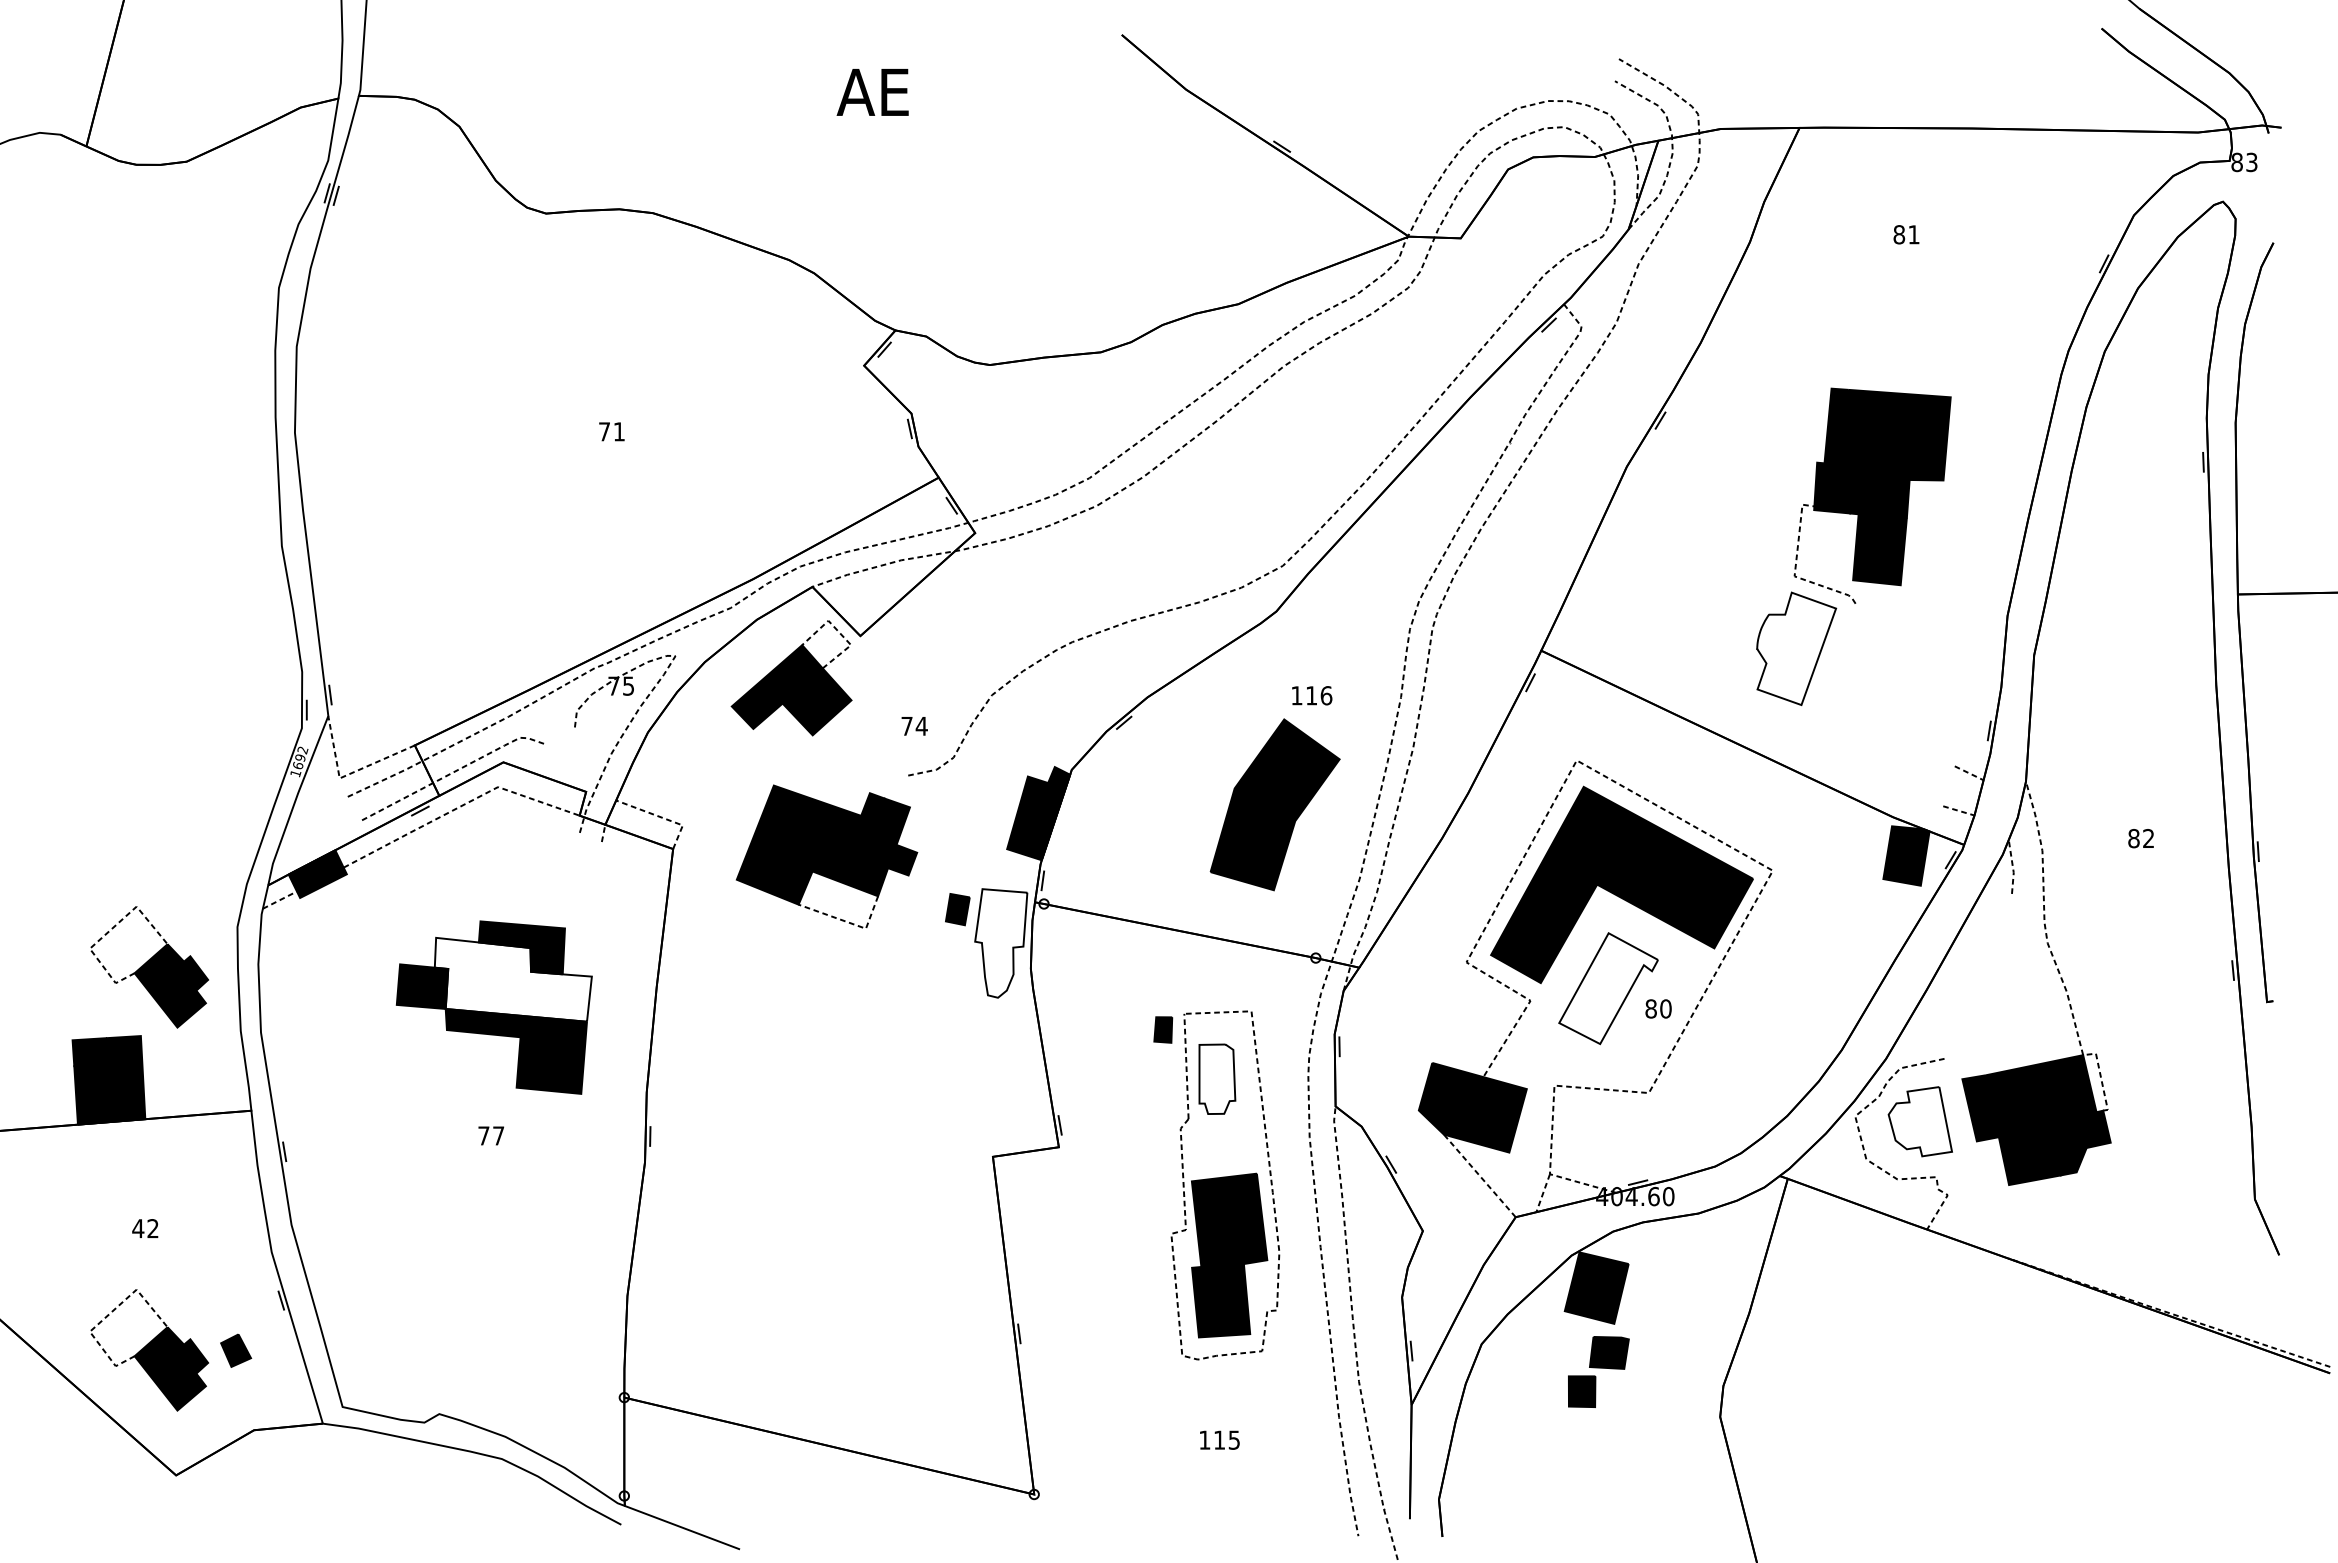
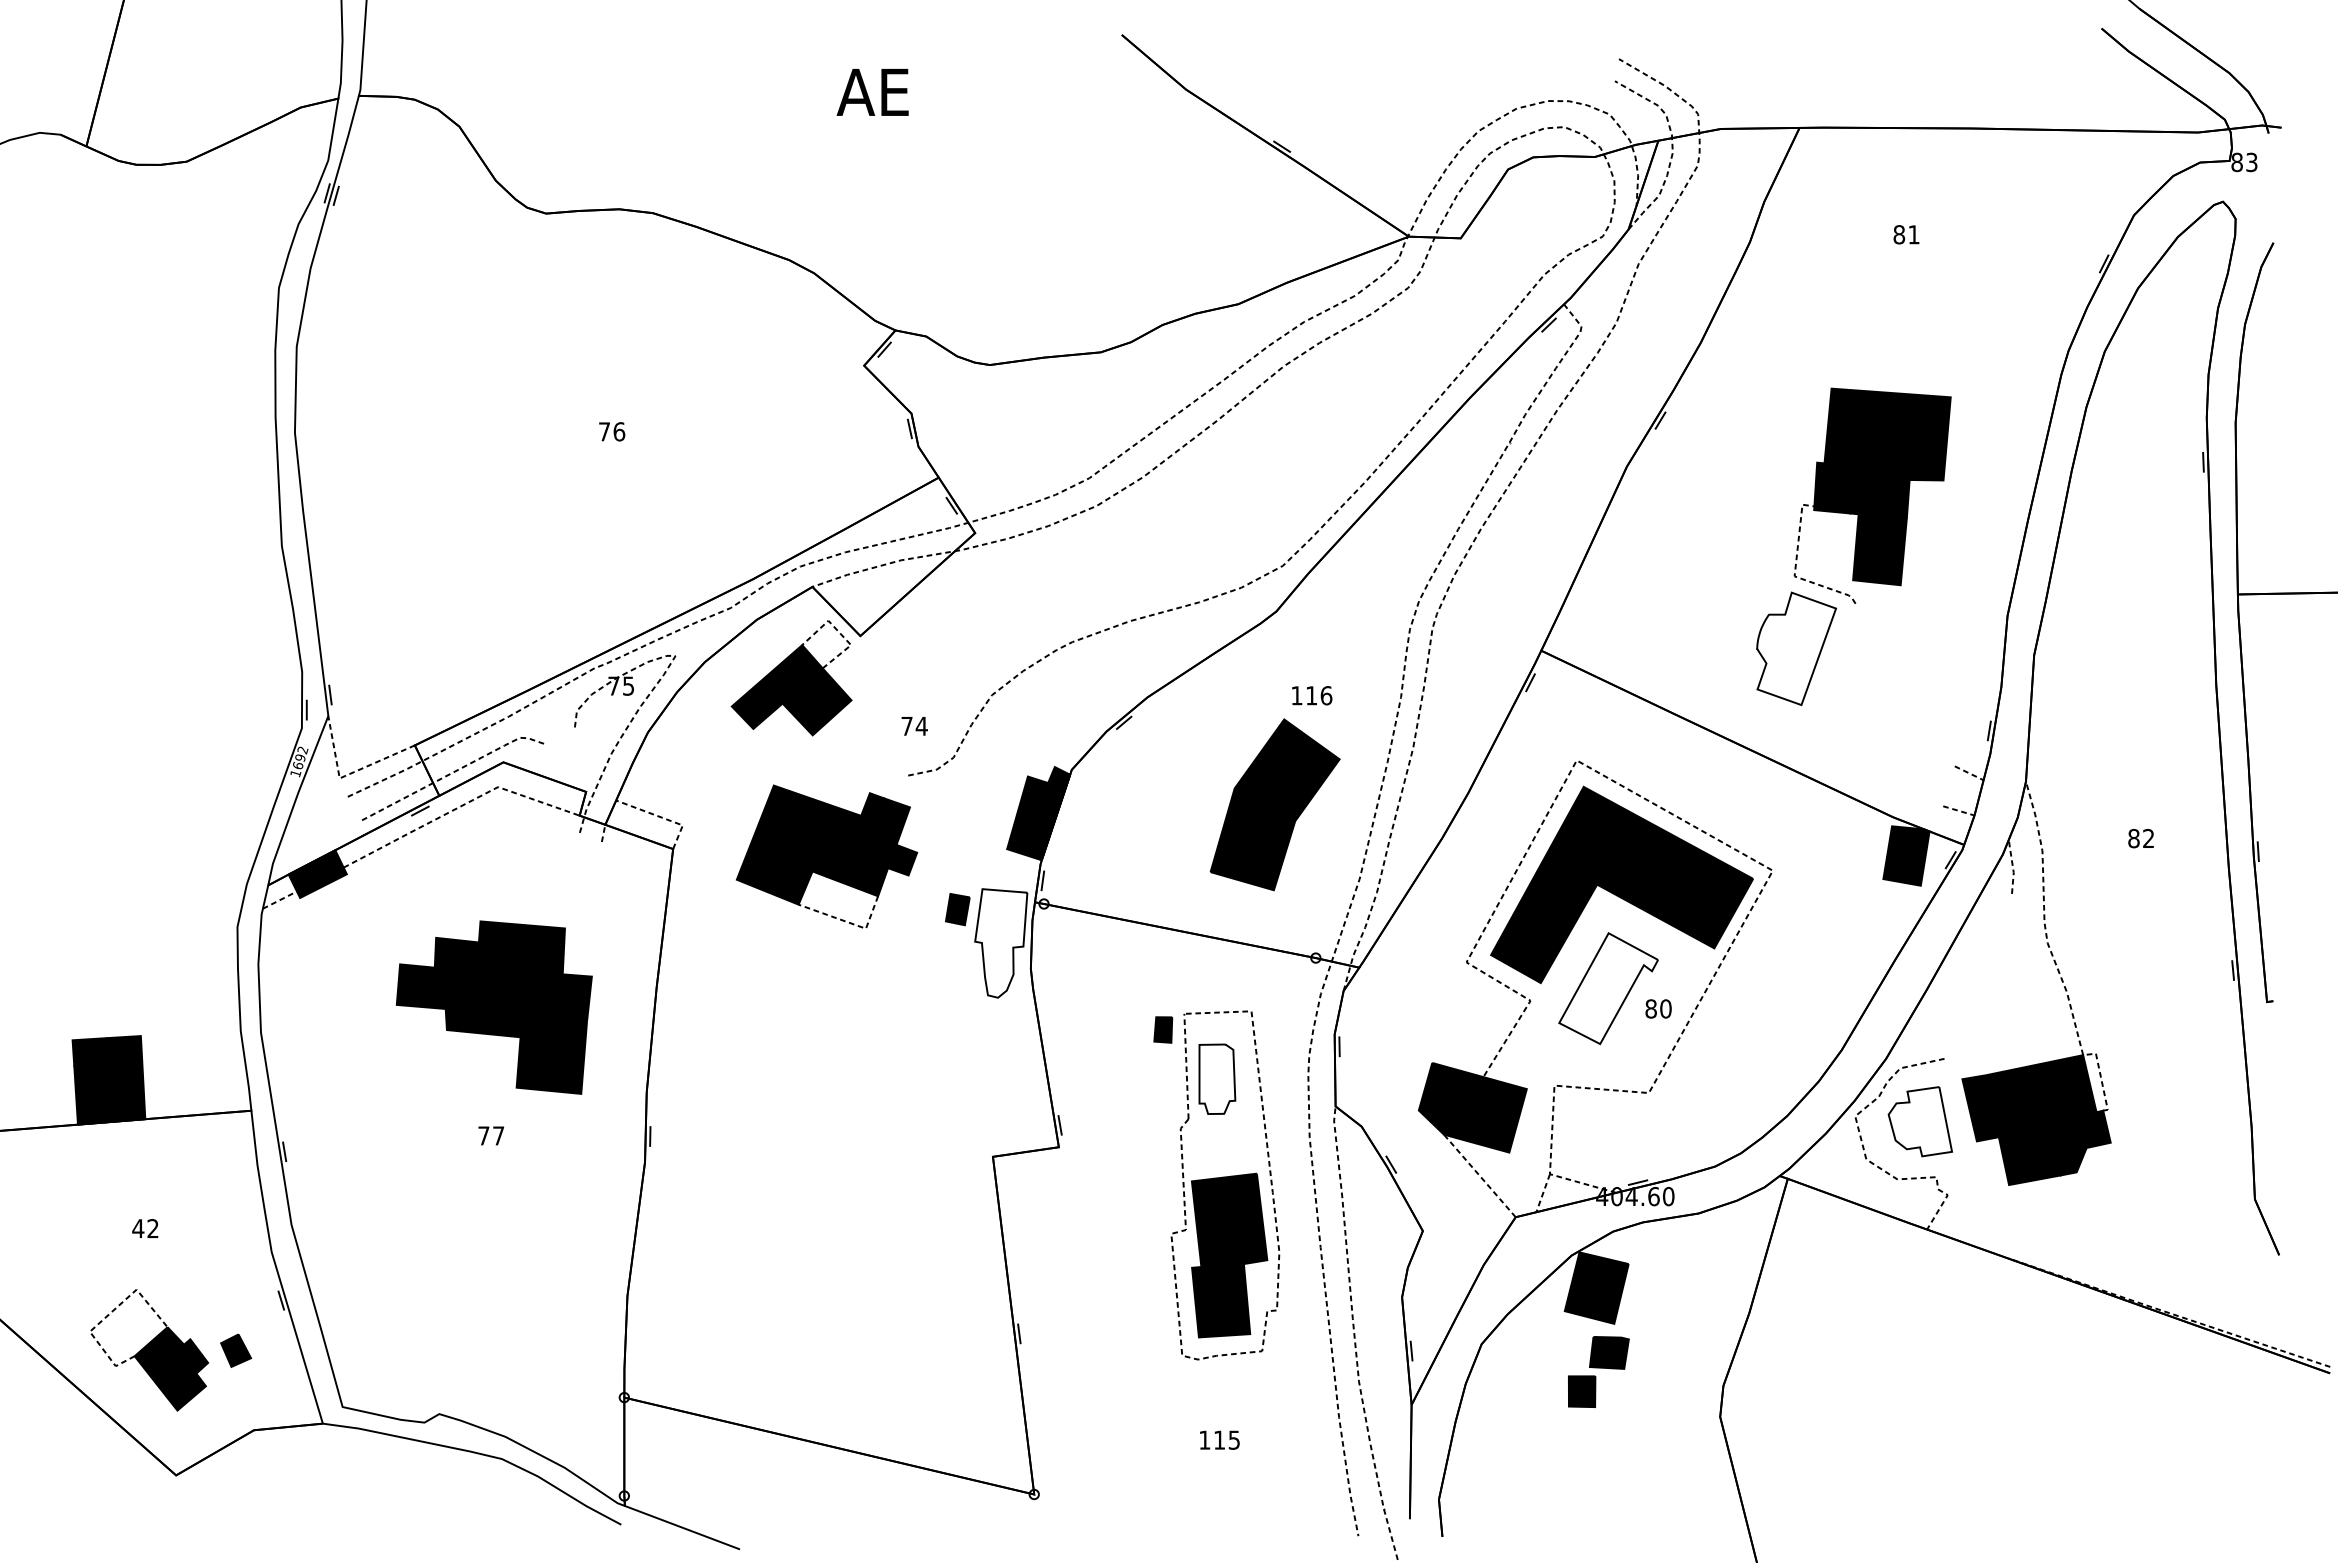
text at (619, 431): 71 -> 76
part at (149, 967): present -> none
fill at (512, 979): none -> present
